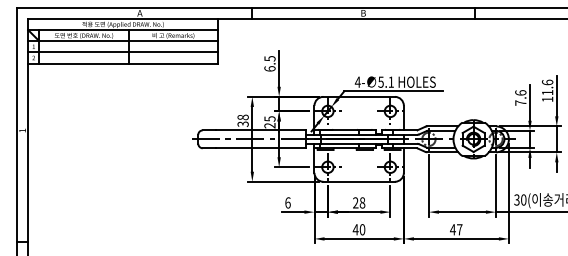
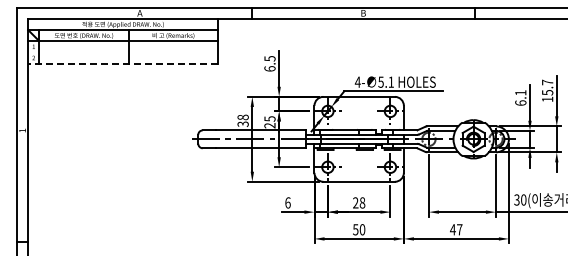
line at (123, 52): present -> none
line at (123, 63): solid -> dashed
text at (547, 87): 11.6 -> 15.7
text at (520, 97): 7.6 -> 6.1
text at (355, 229): 40 -> 50
